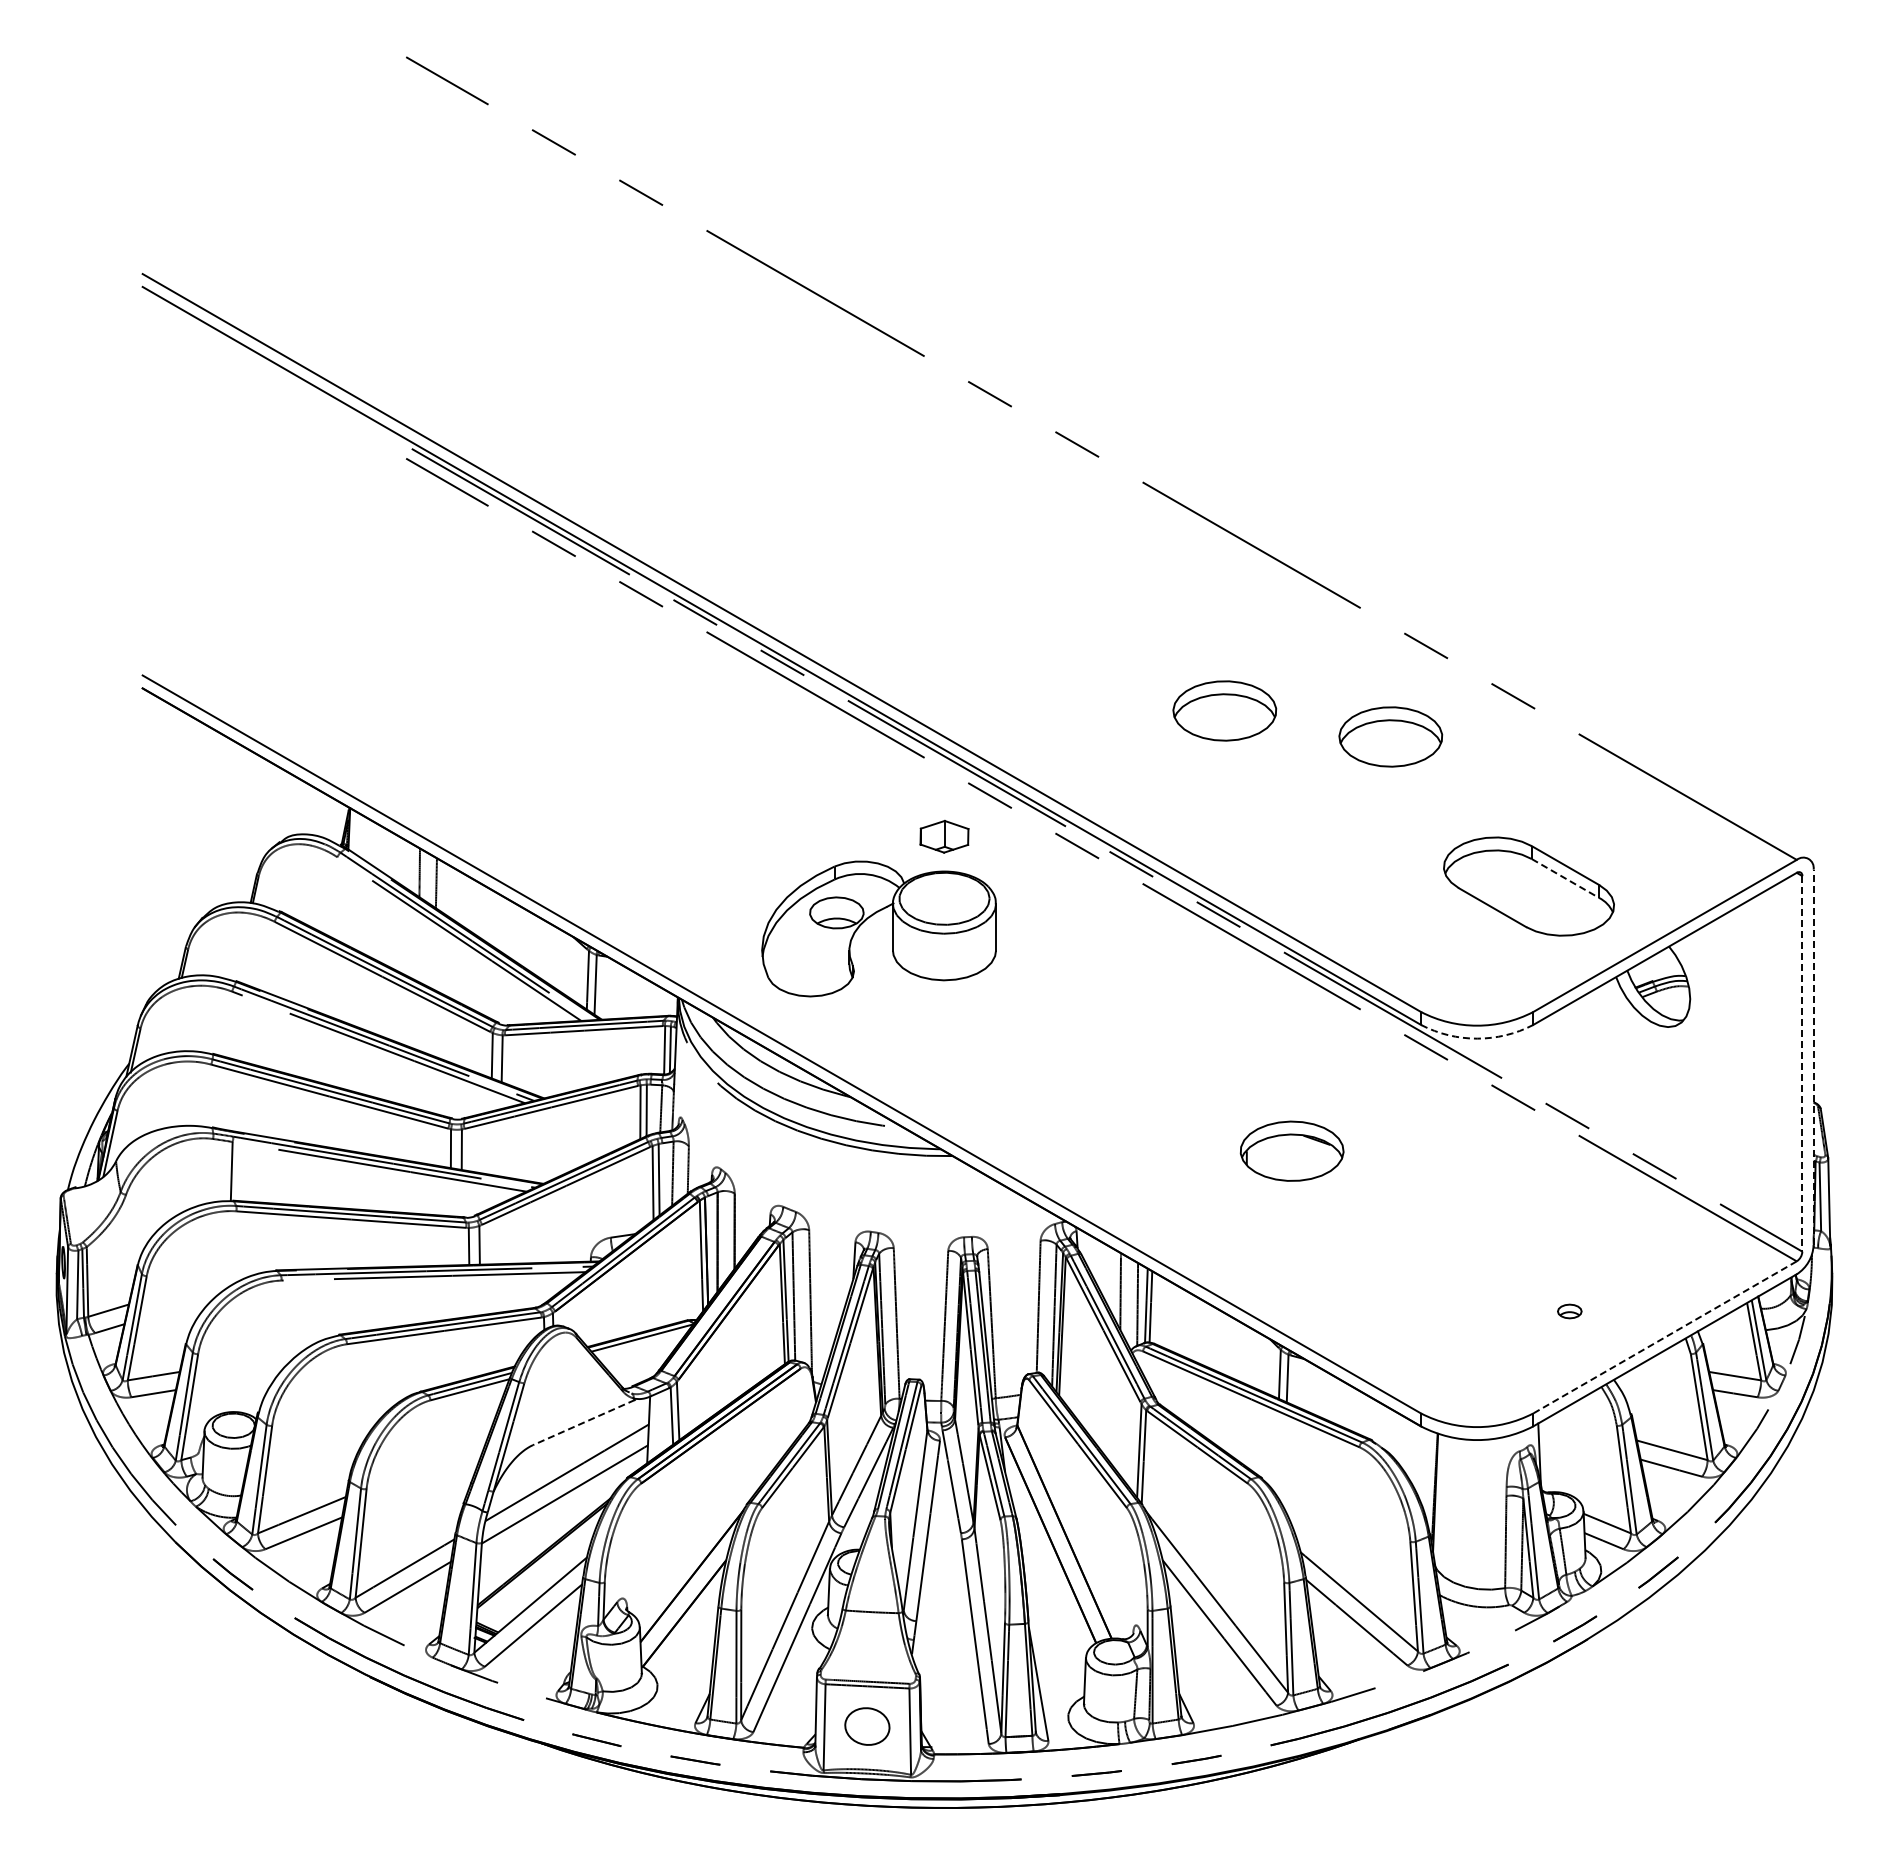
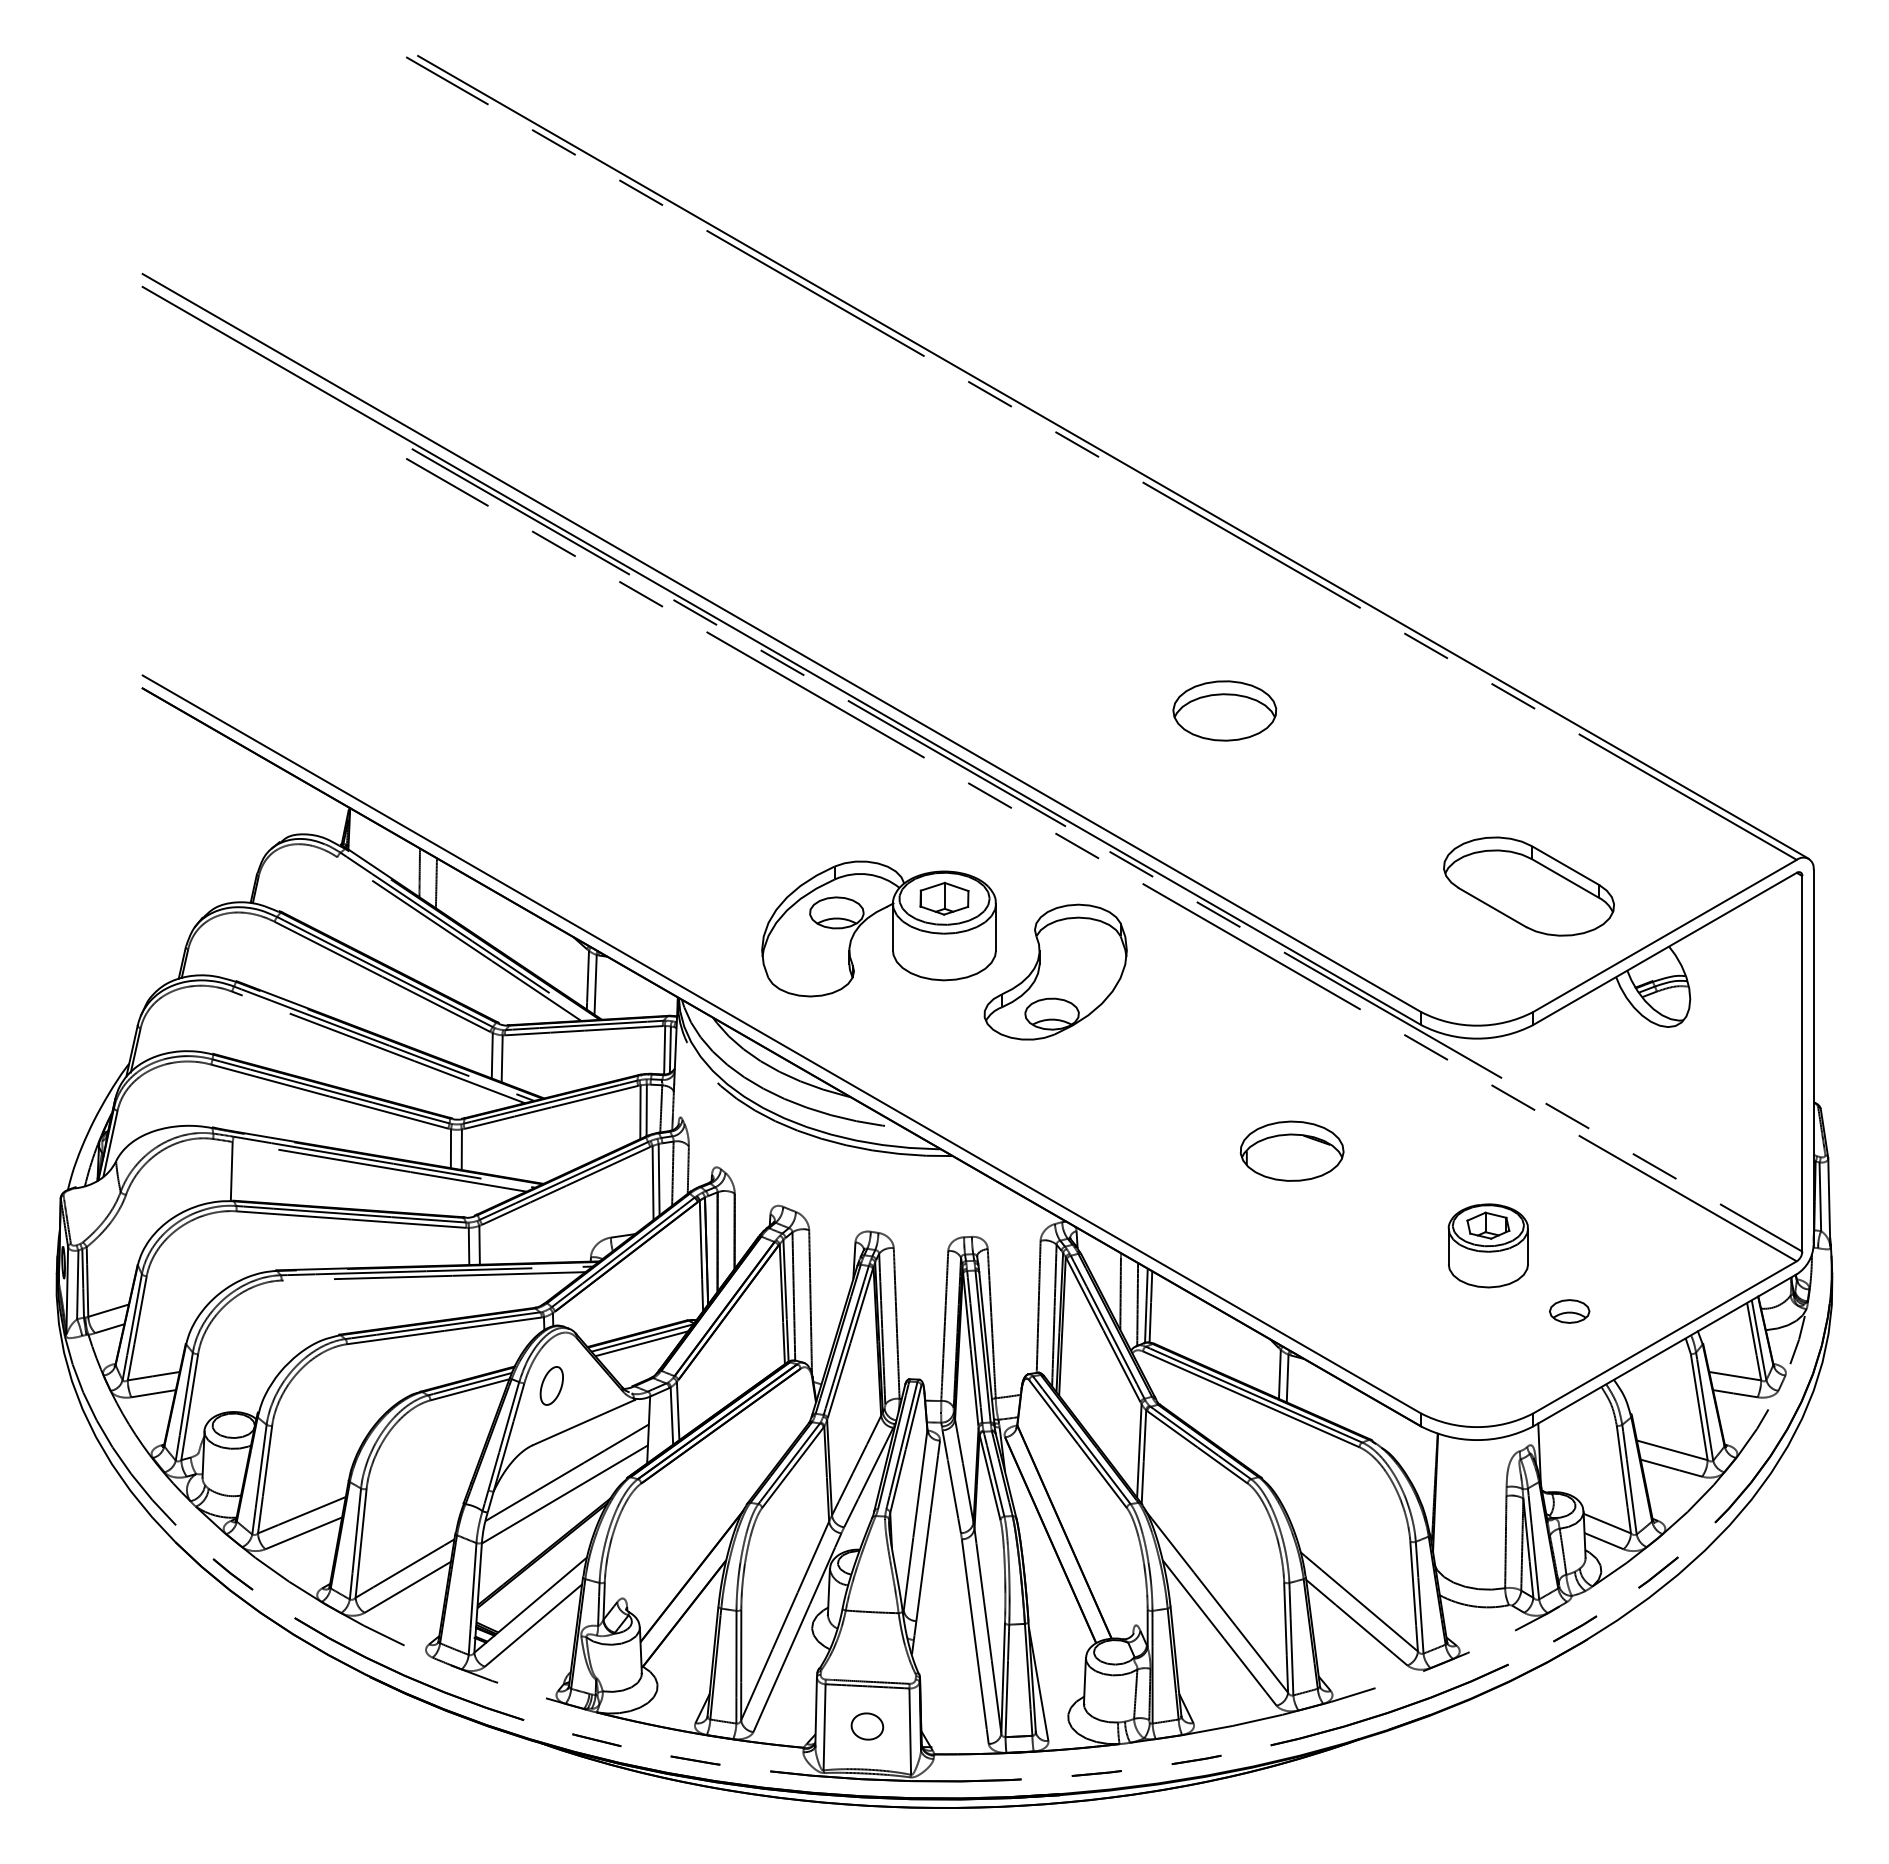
line at (1113, 456): none -> present
part at (1390, 736): present -> none
part at (944, 836) position: (944, 836) -> (944, 898)
line at (1565, 878): dashed -> solid
part at (1055, 971): none -> present
arc at (1477, 1038): dashed -> solid
line at (1813, 1057): dashed -> solid
line at (1802, 1063): dashed -> solid
part at (1487, 1245): none -> present
part at (1569, 1311) size: 26x17 px -> 42x25 px
line at (1664, 1337): dashed -> solid
line at (641, 1343): none -> present
part at (551, 1385): none -> present
line at (583, 1422): dashed -> solid
part at (867, 1726) size: 47x39 px -> 35x29 px
